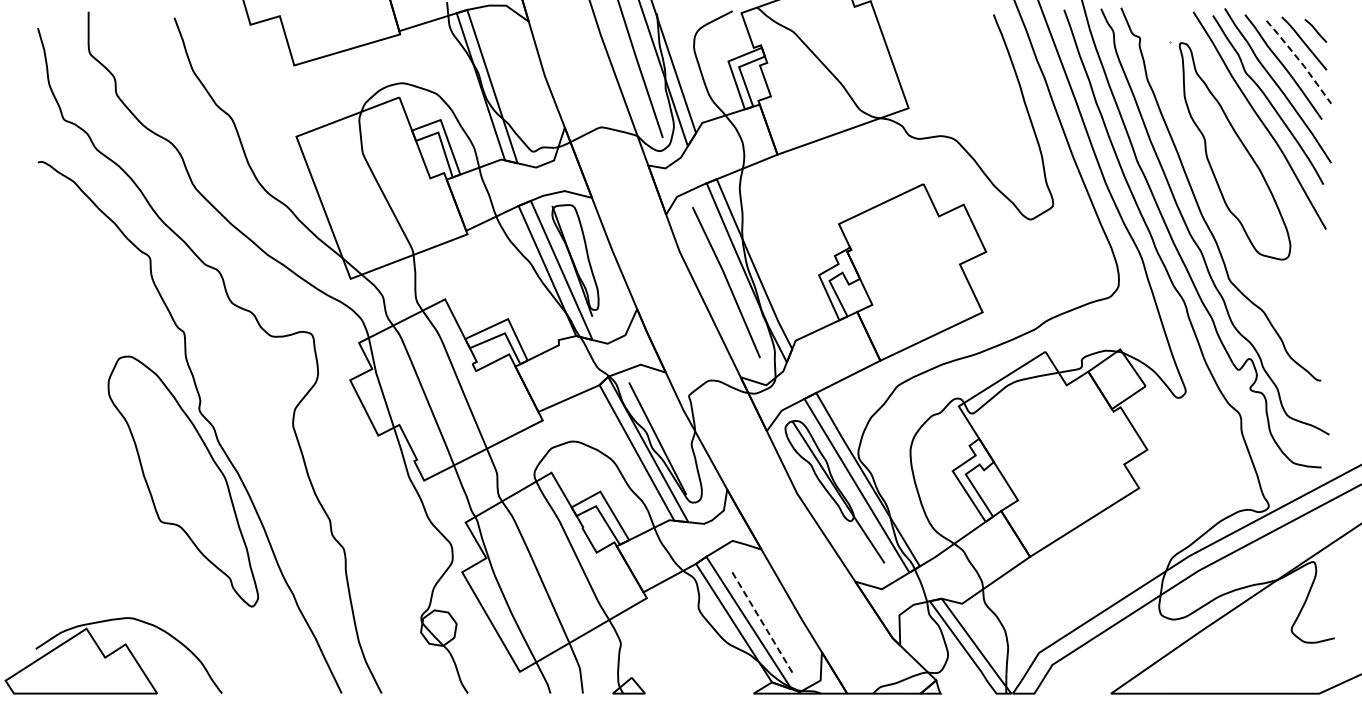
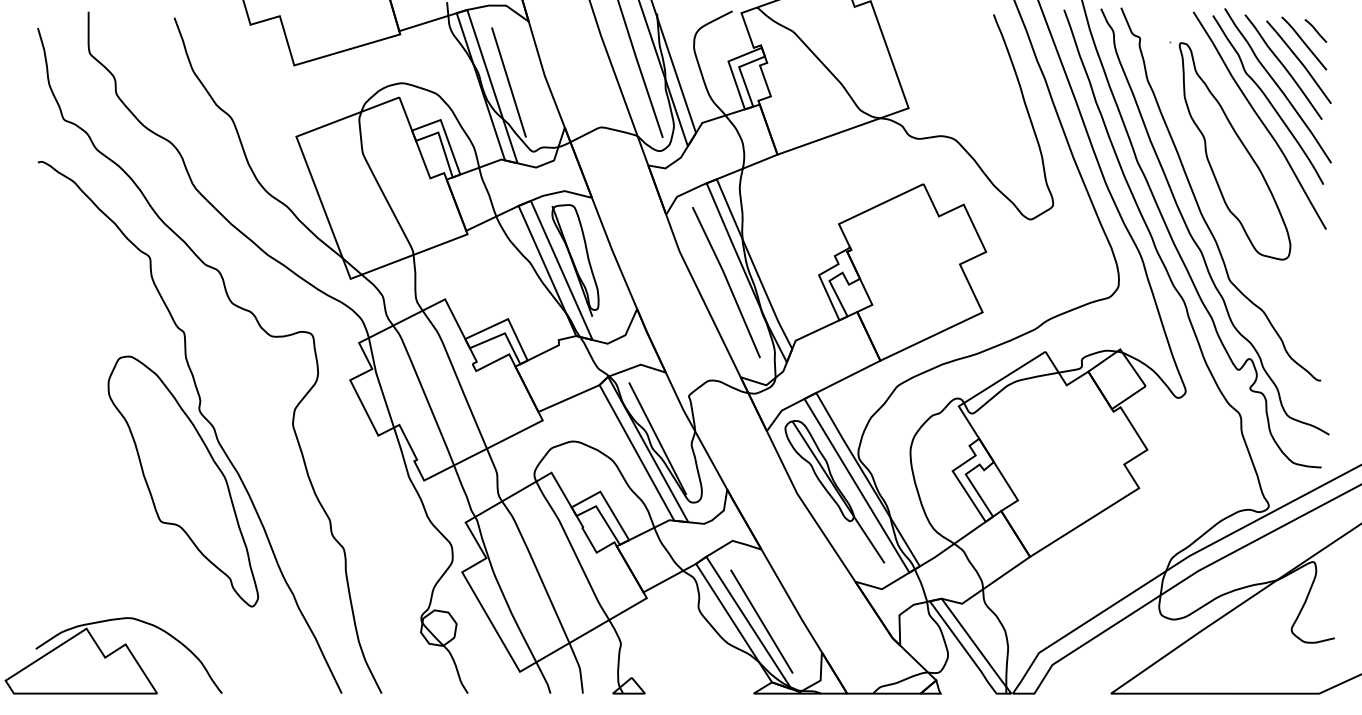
line at (1300, 61): dashed -> solid
line at (508, 82): none -> present
line at (761, 621): dashed -> solid
